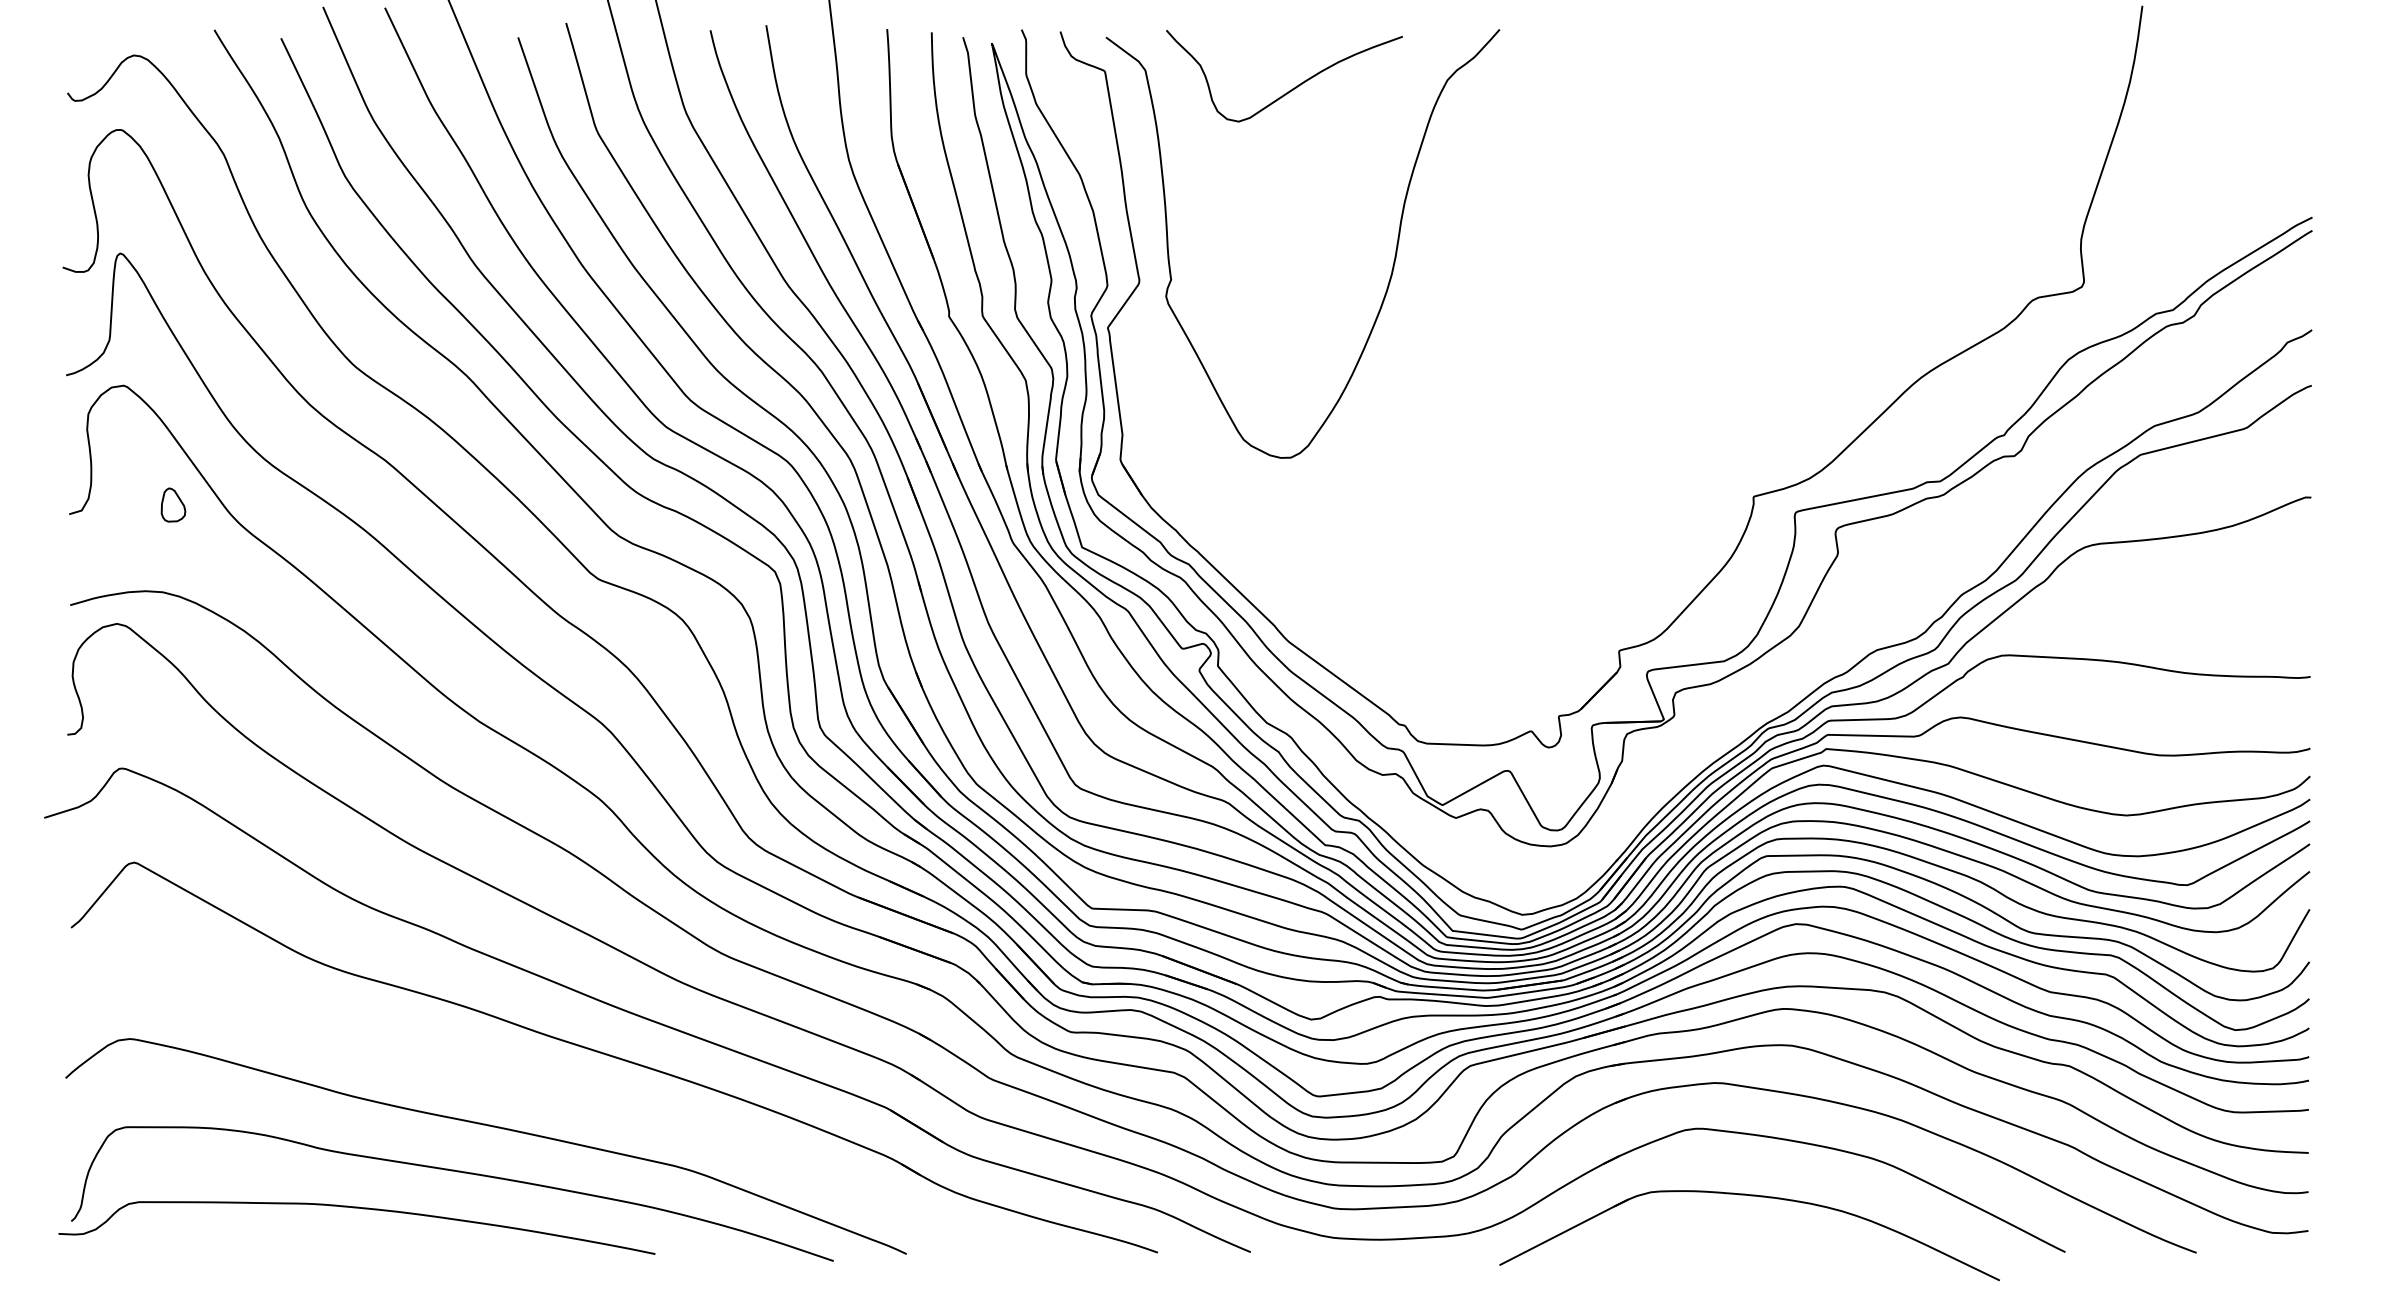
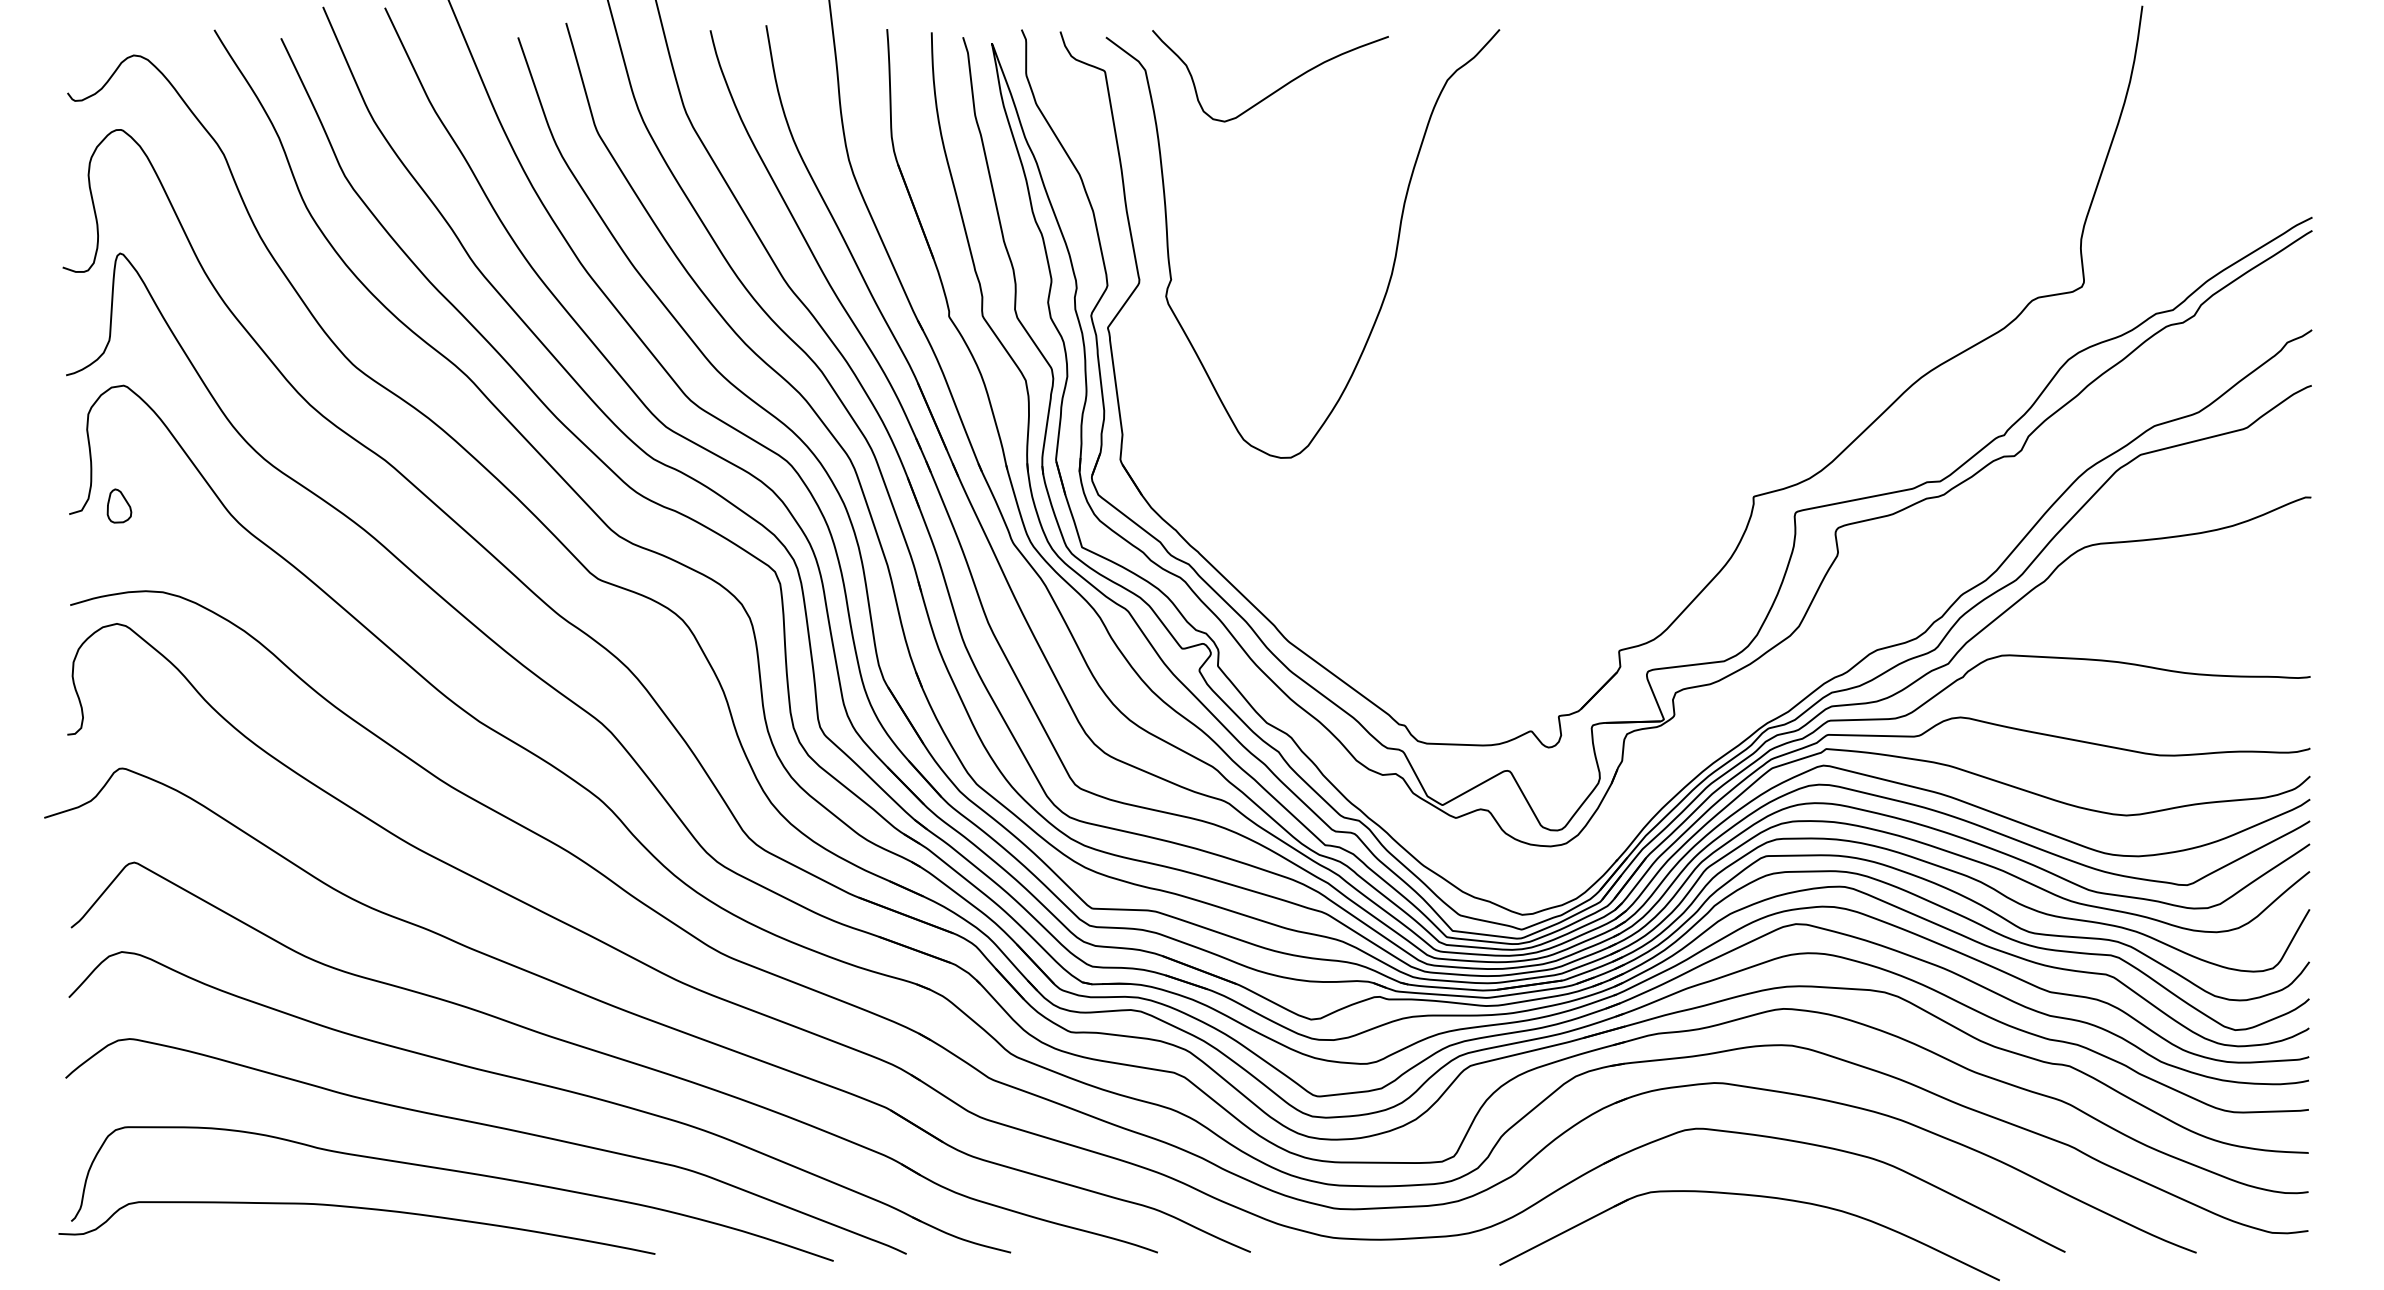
curve at (1292, 88) position: (1292, 88) -> (1278, 88)
part at (173, 504) position: (173, 504) -> (119, 505)
part at (544, 1086): none -> present
